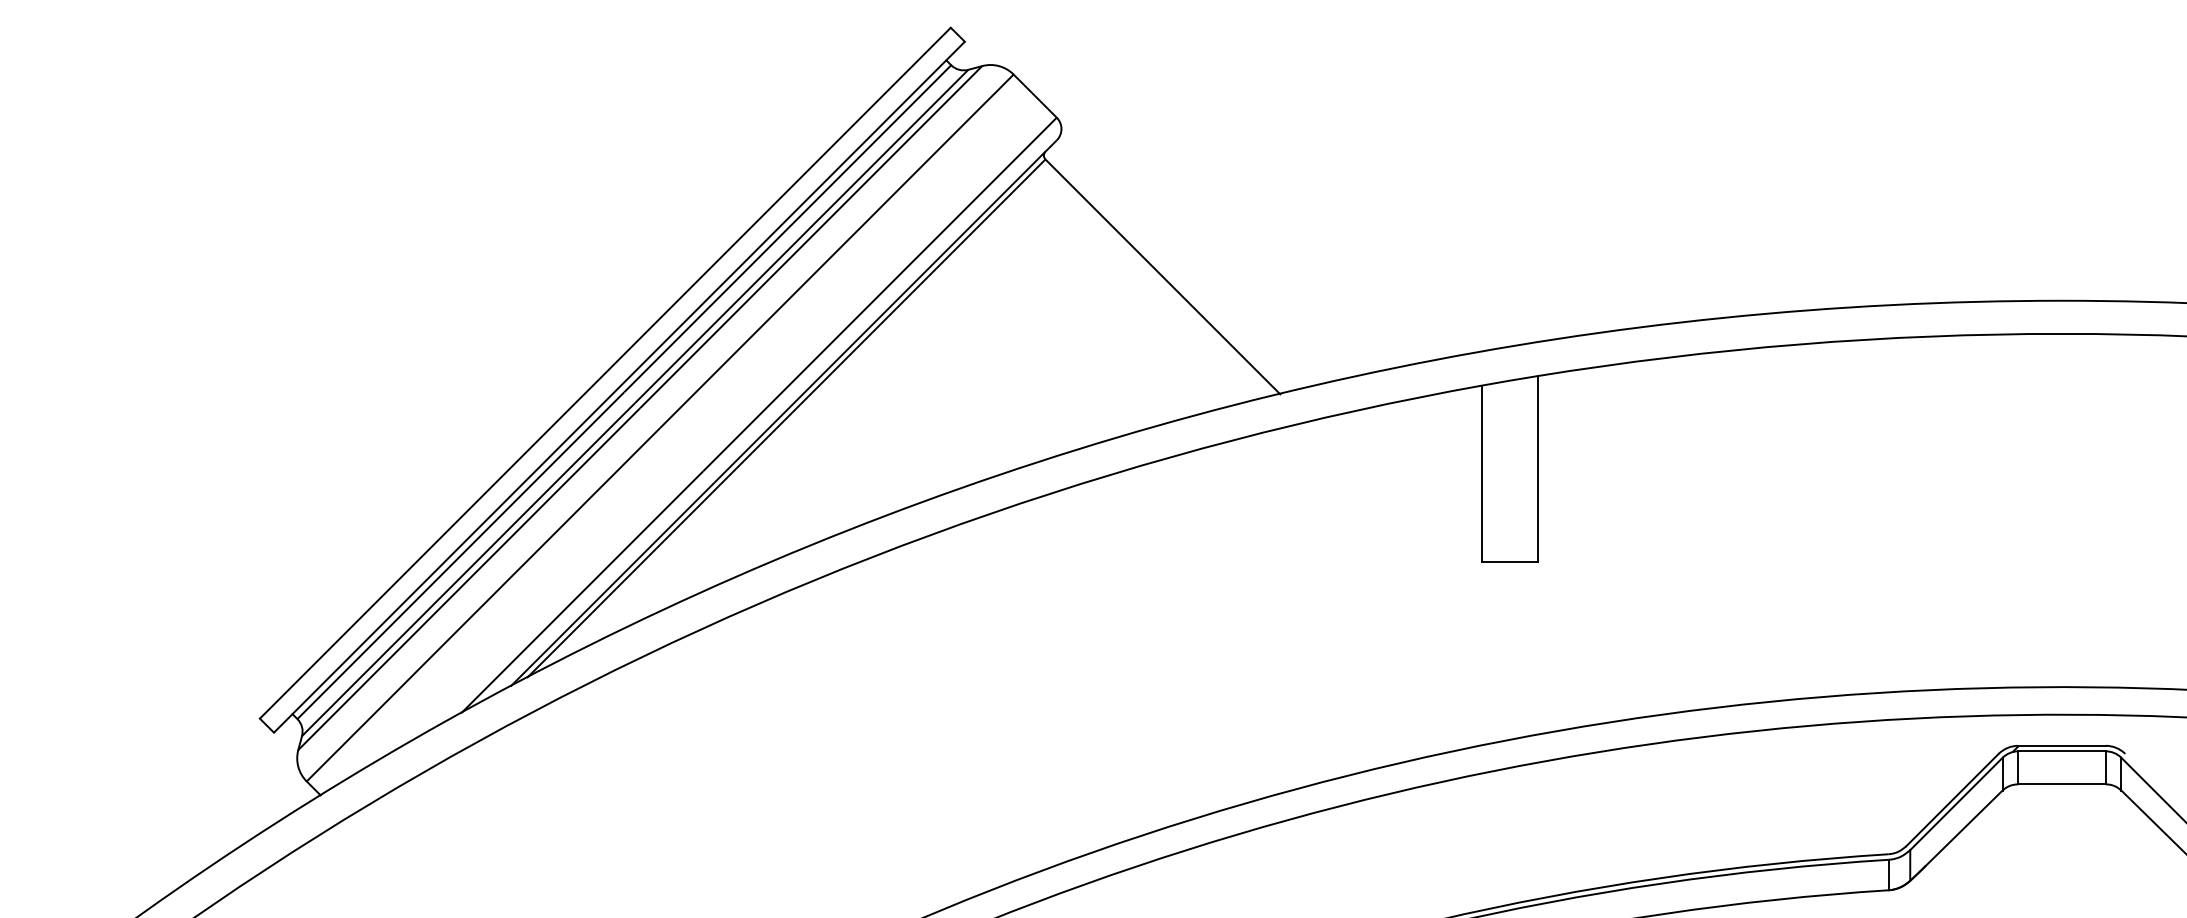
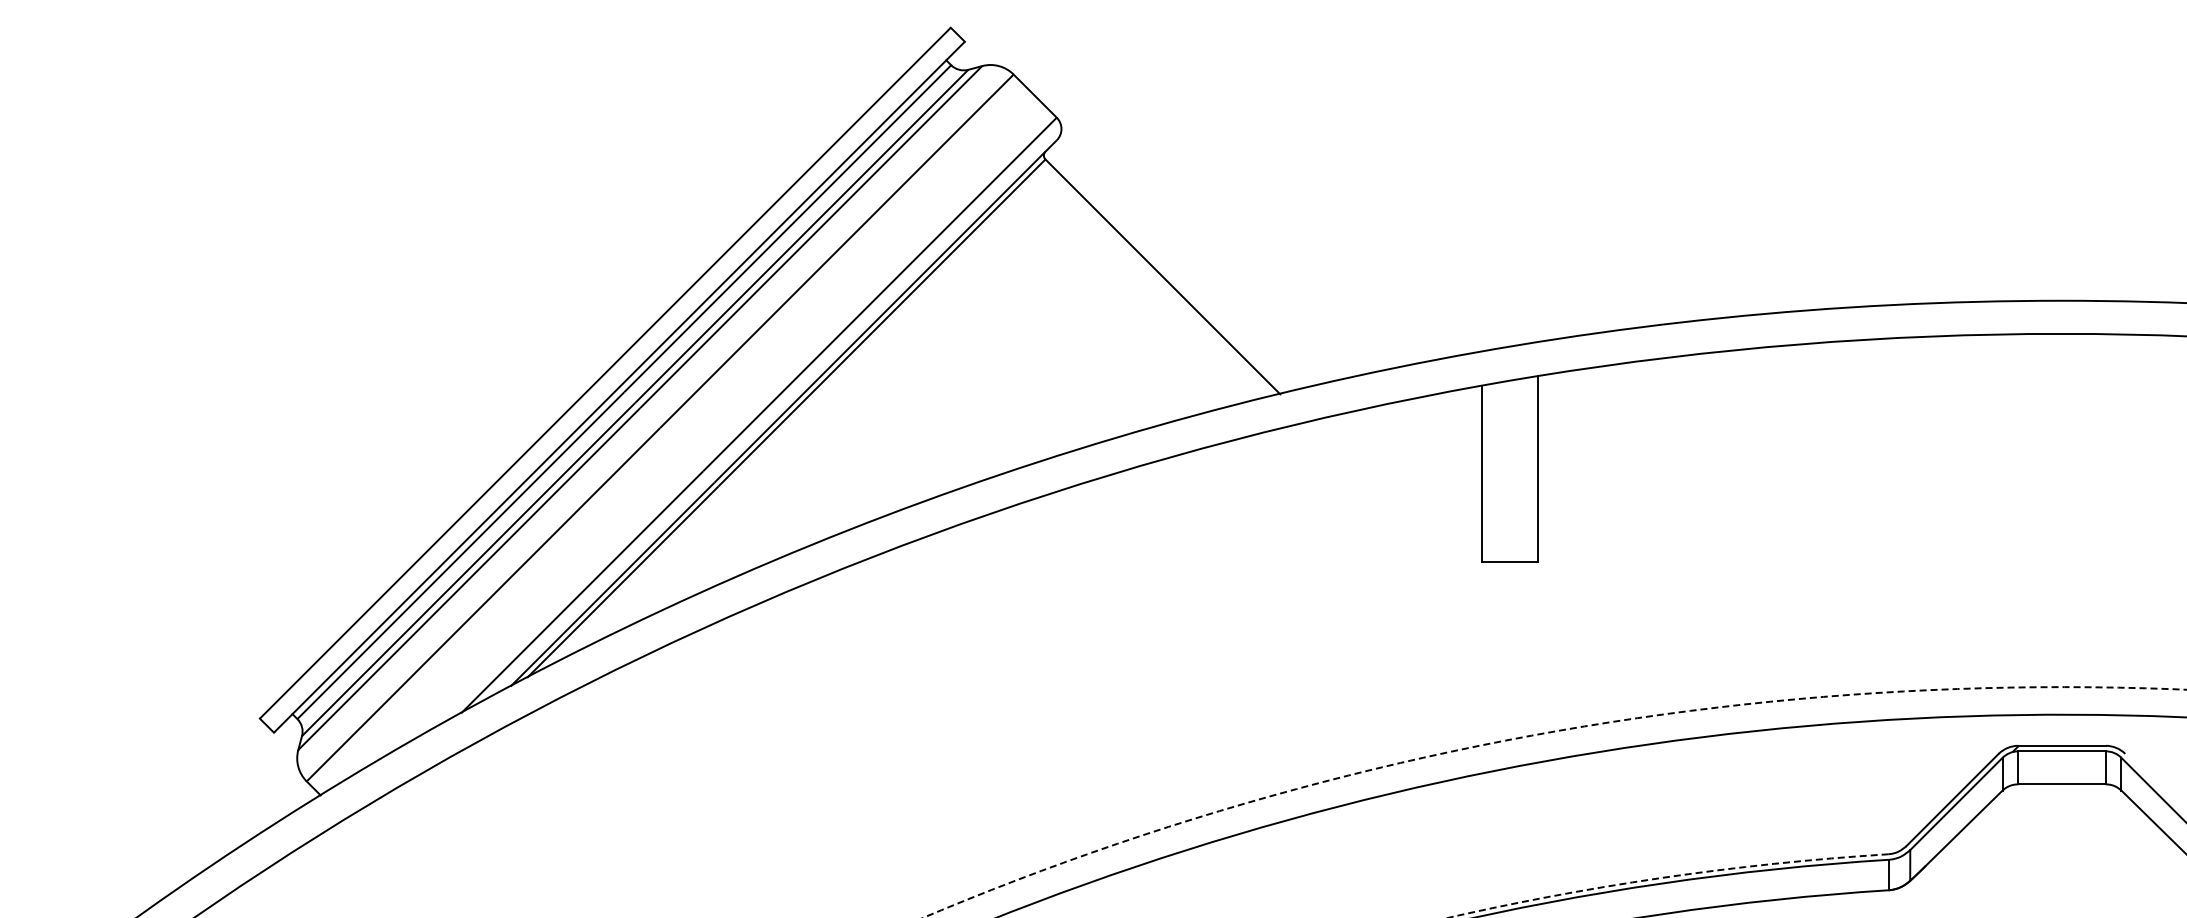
arc at (1542, 733): solid -> dashed
arc at (1665, 877): solid -> dashed
